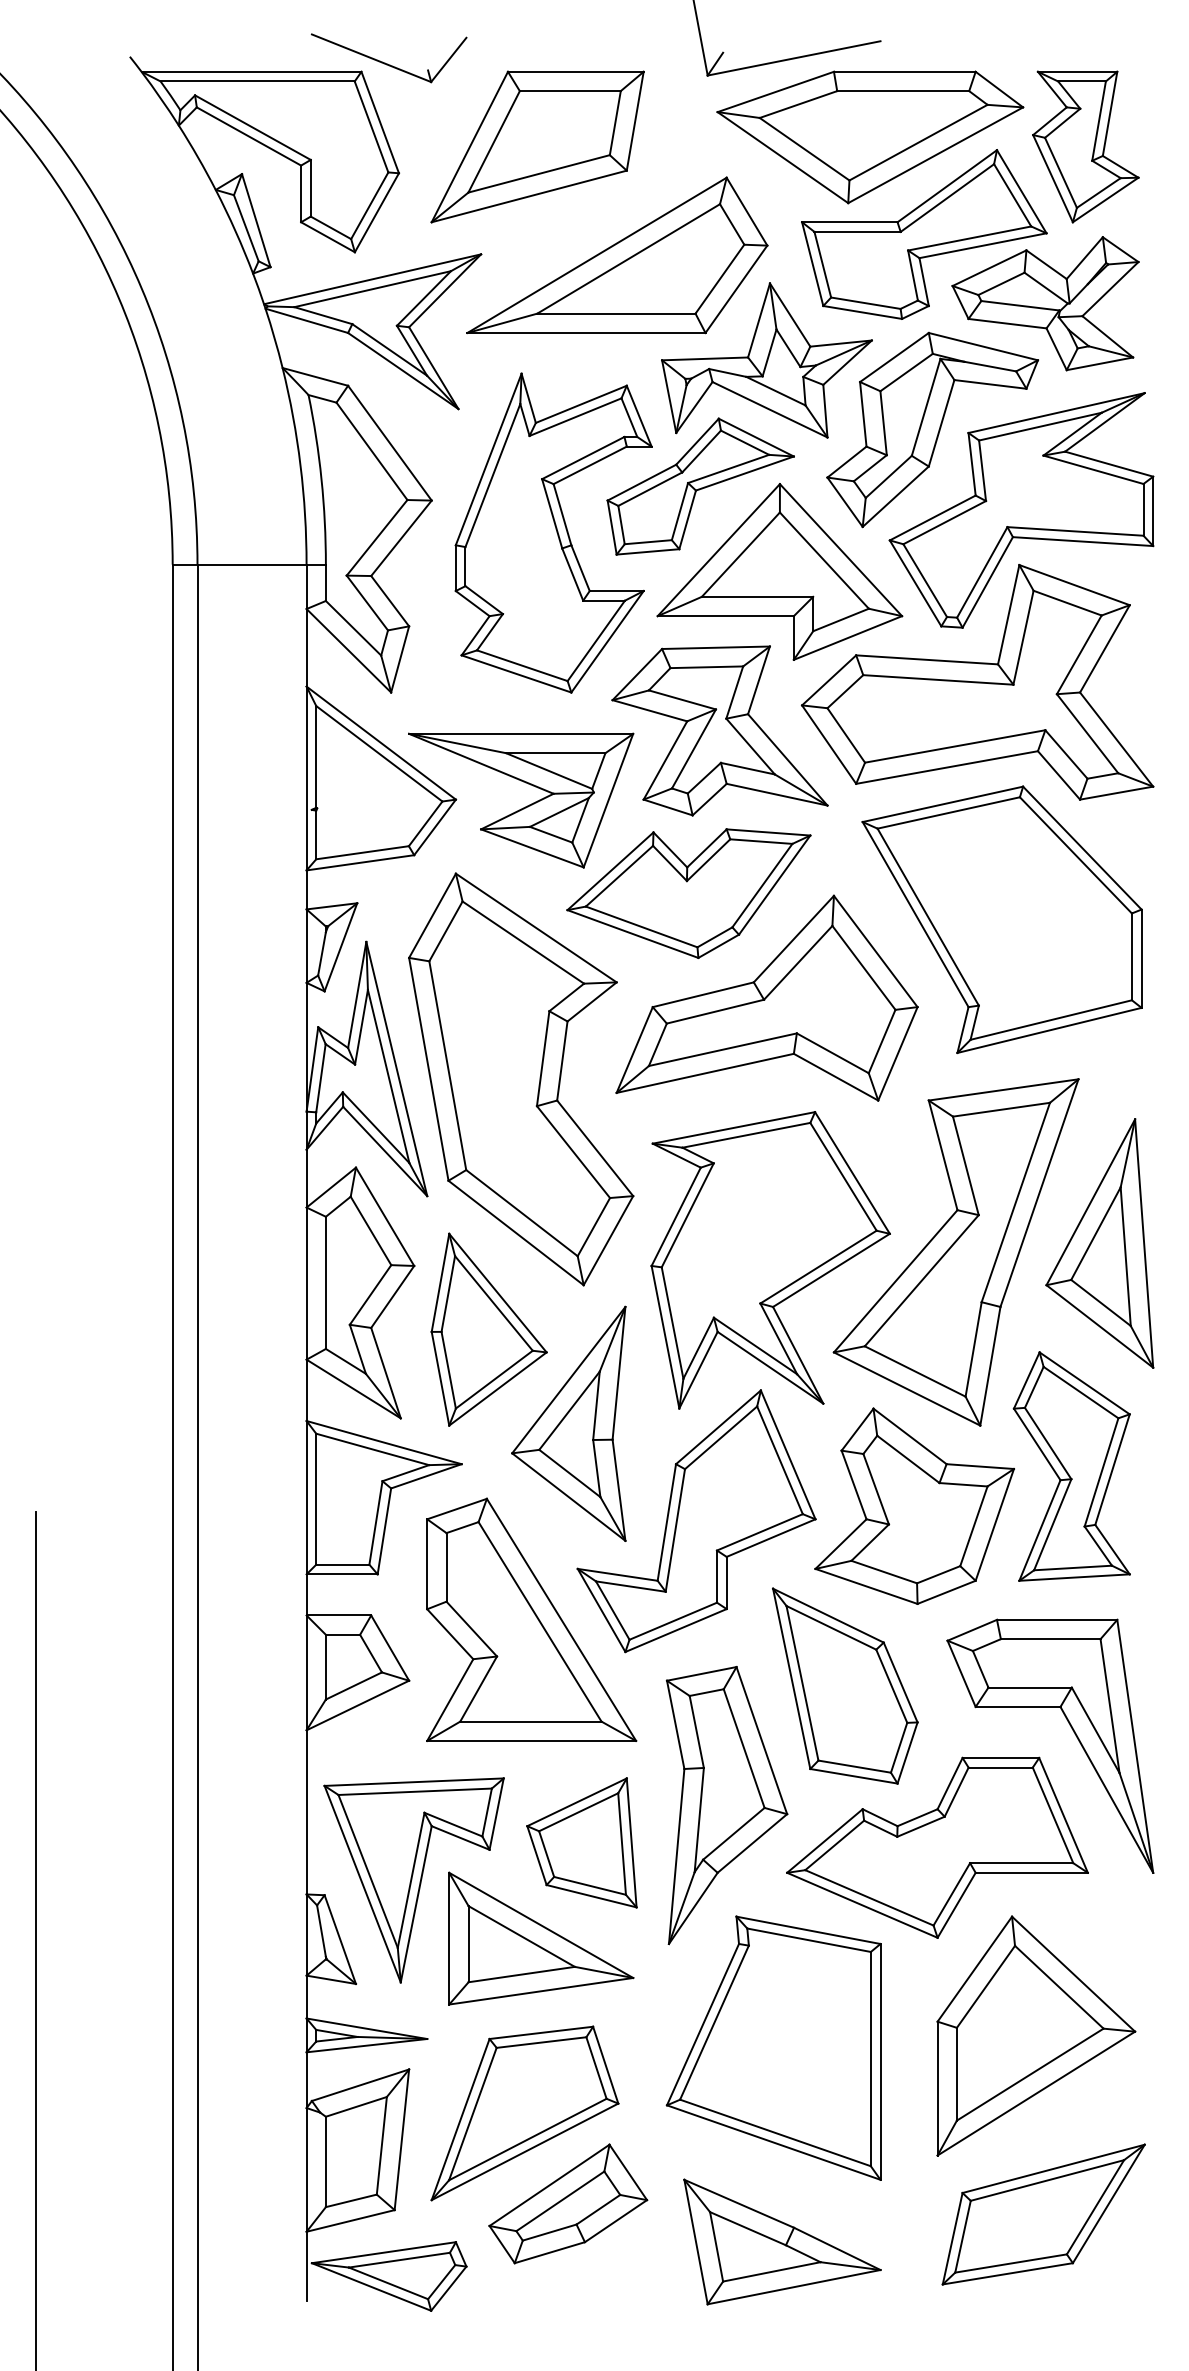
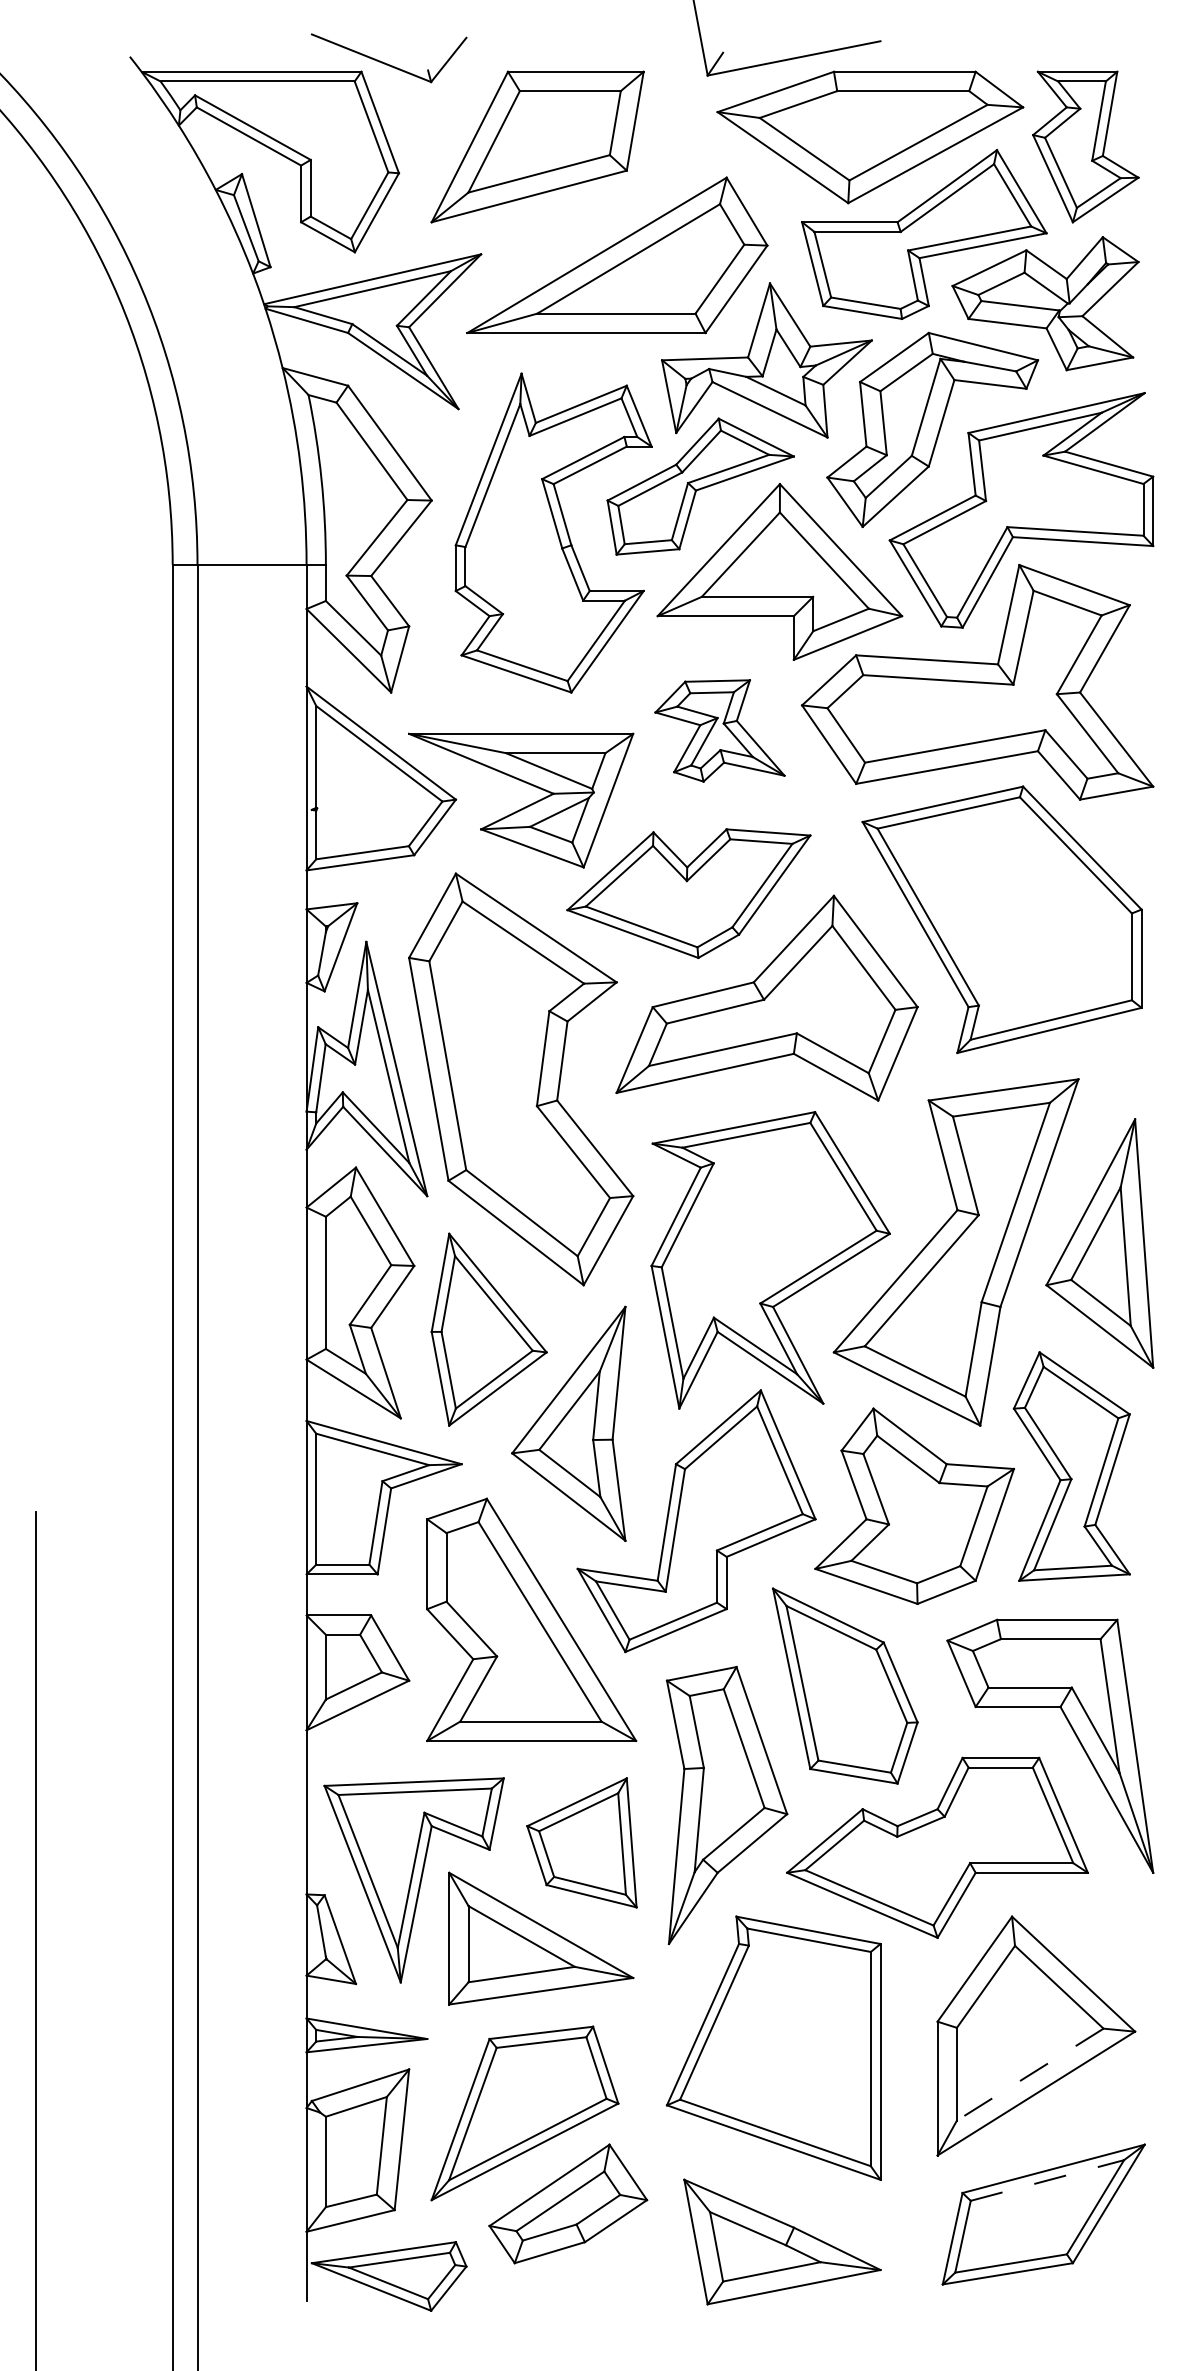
part at (719, 730) size: 218x172 px -> 132x104 px
line at (1030, 2074): solid -> dashed
line at (1047, 2180): solid -> dashed
